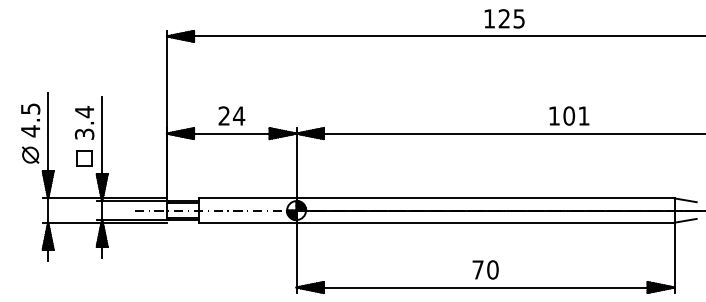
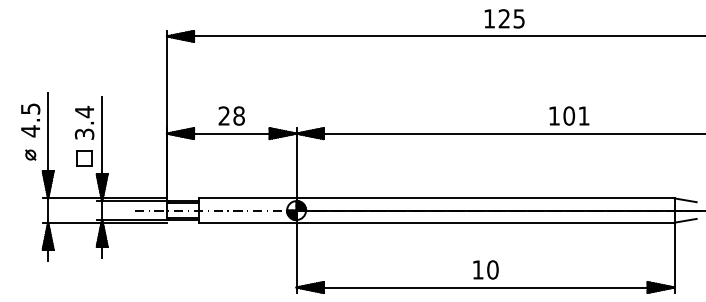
text at (239, 115): 24 -> 28
part at (30, 154) size: 18x18 px -> 12x12 px
text at (477, 269): 70 -> 10
